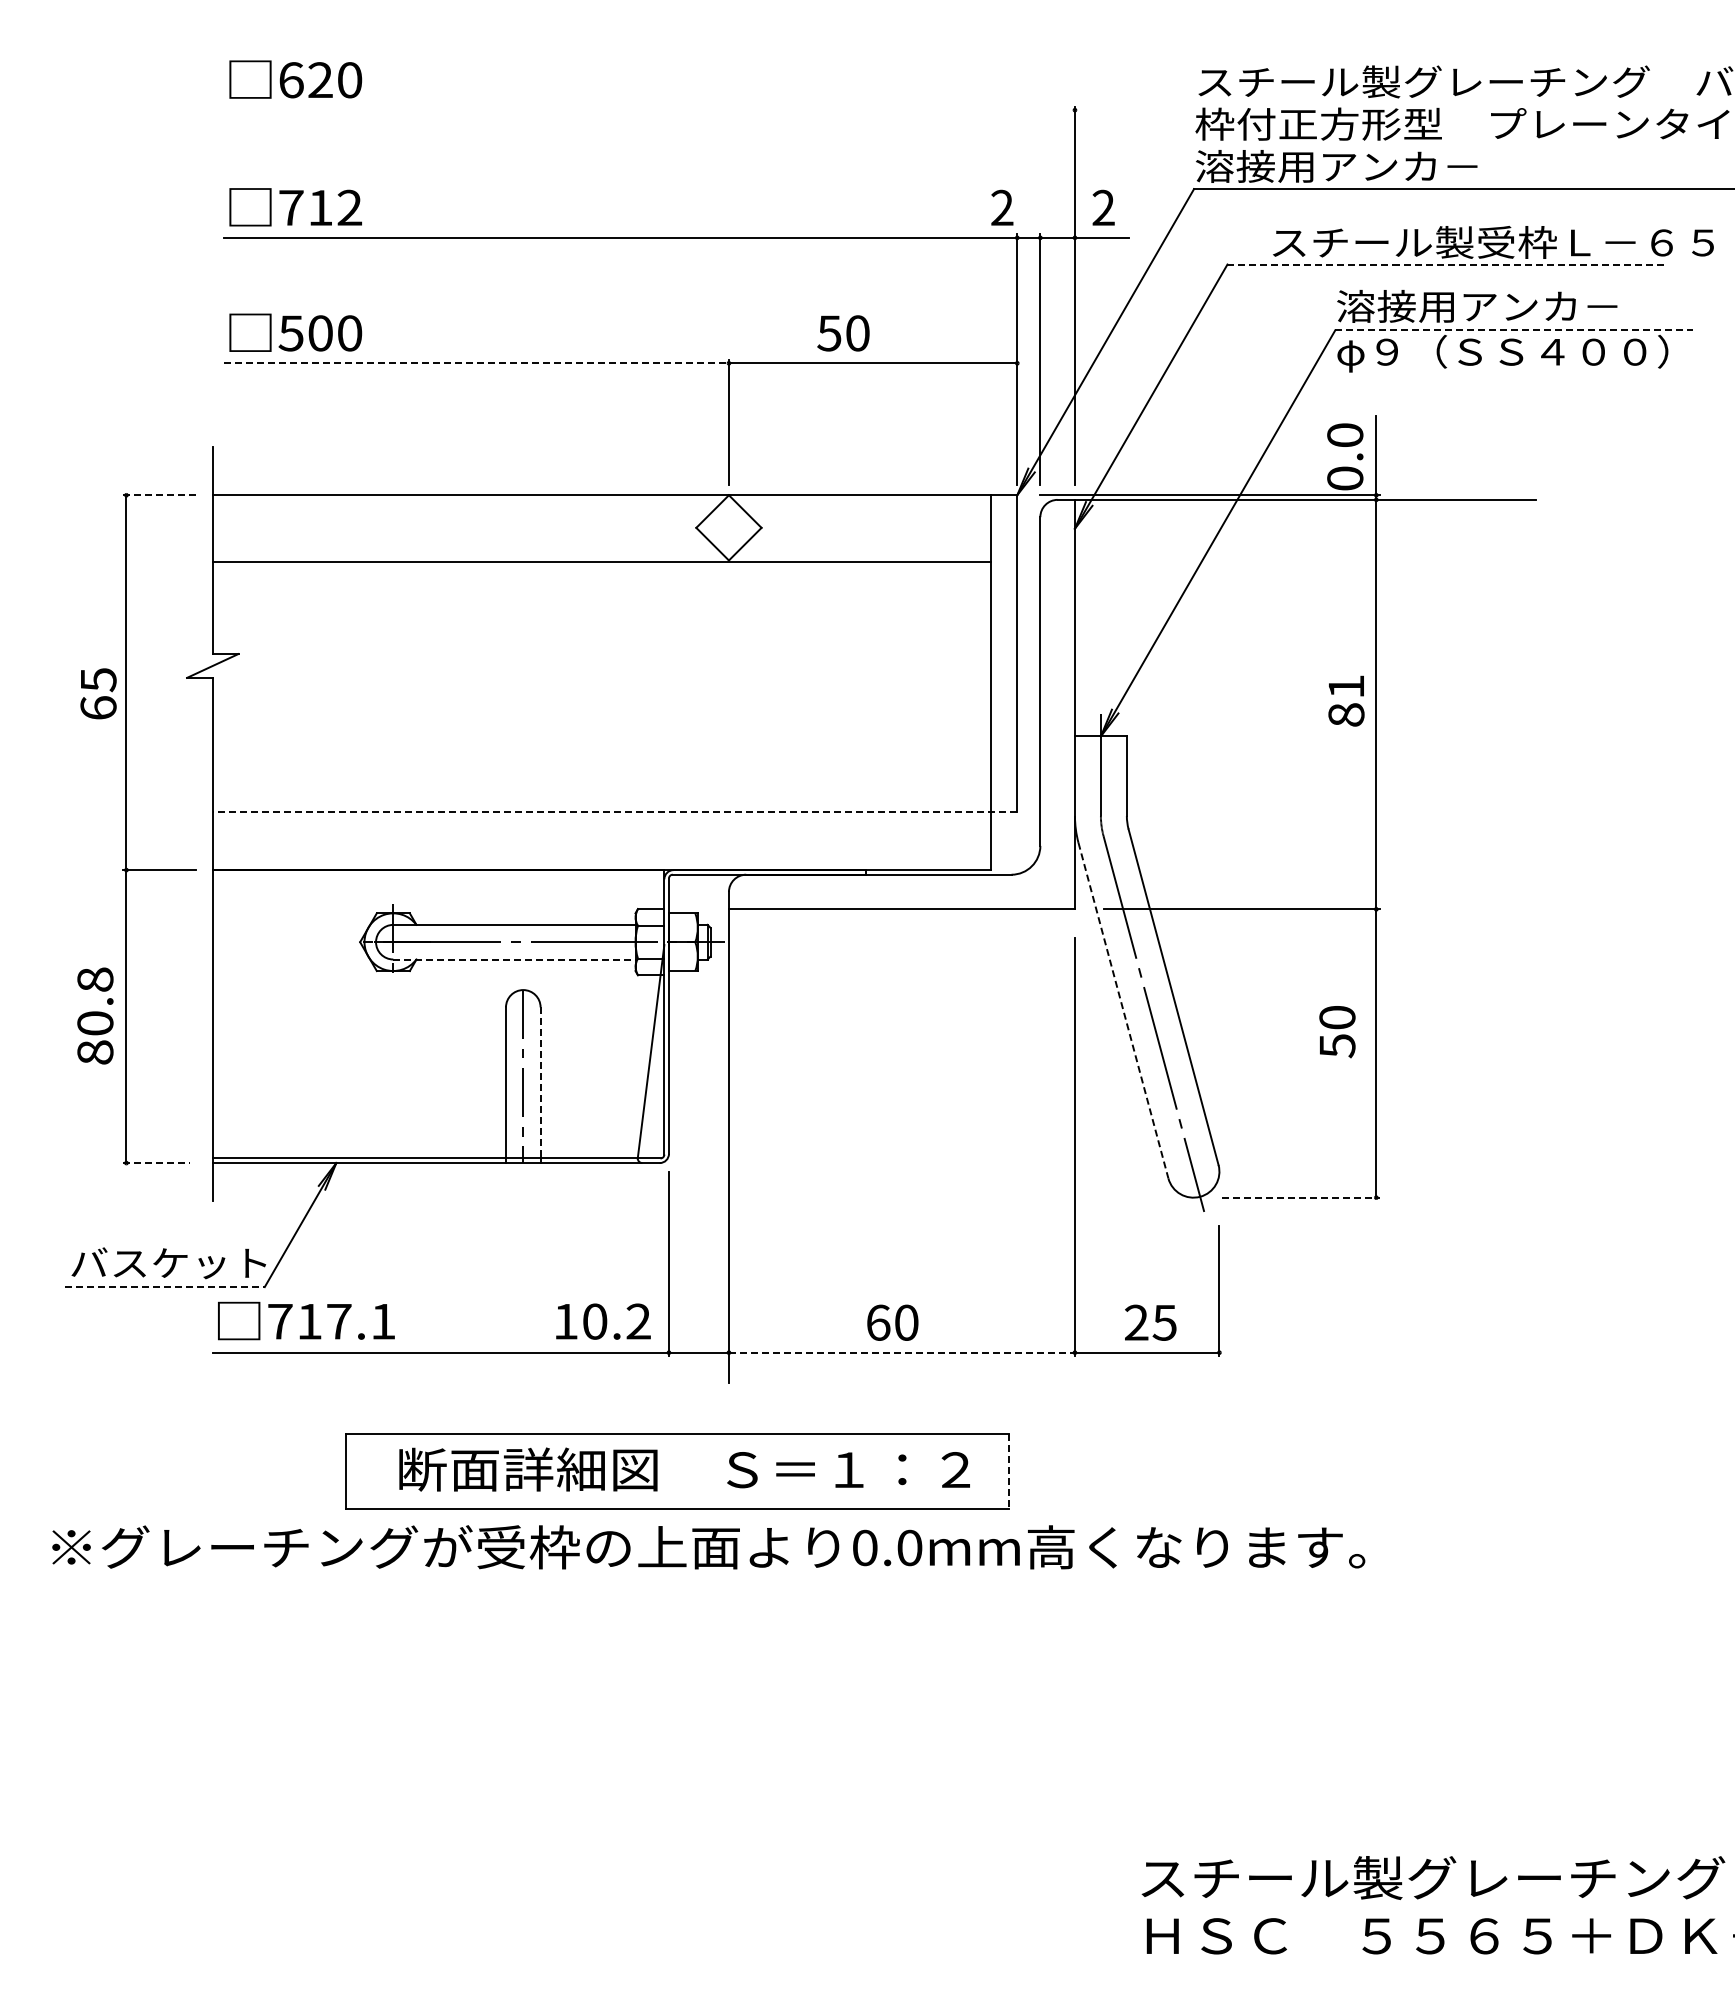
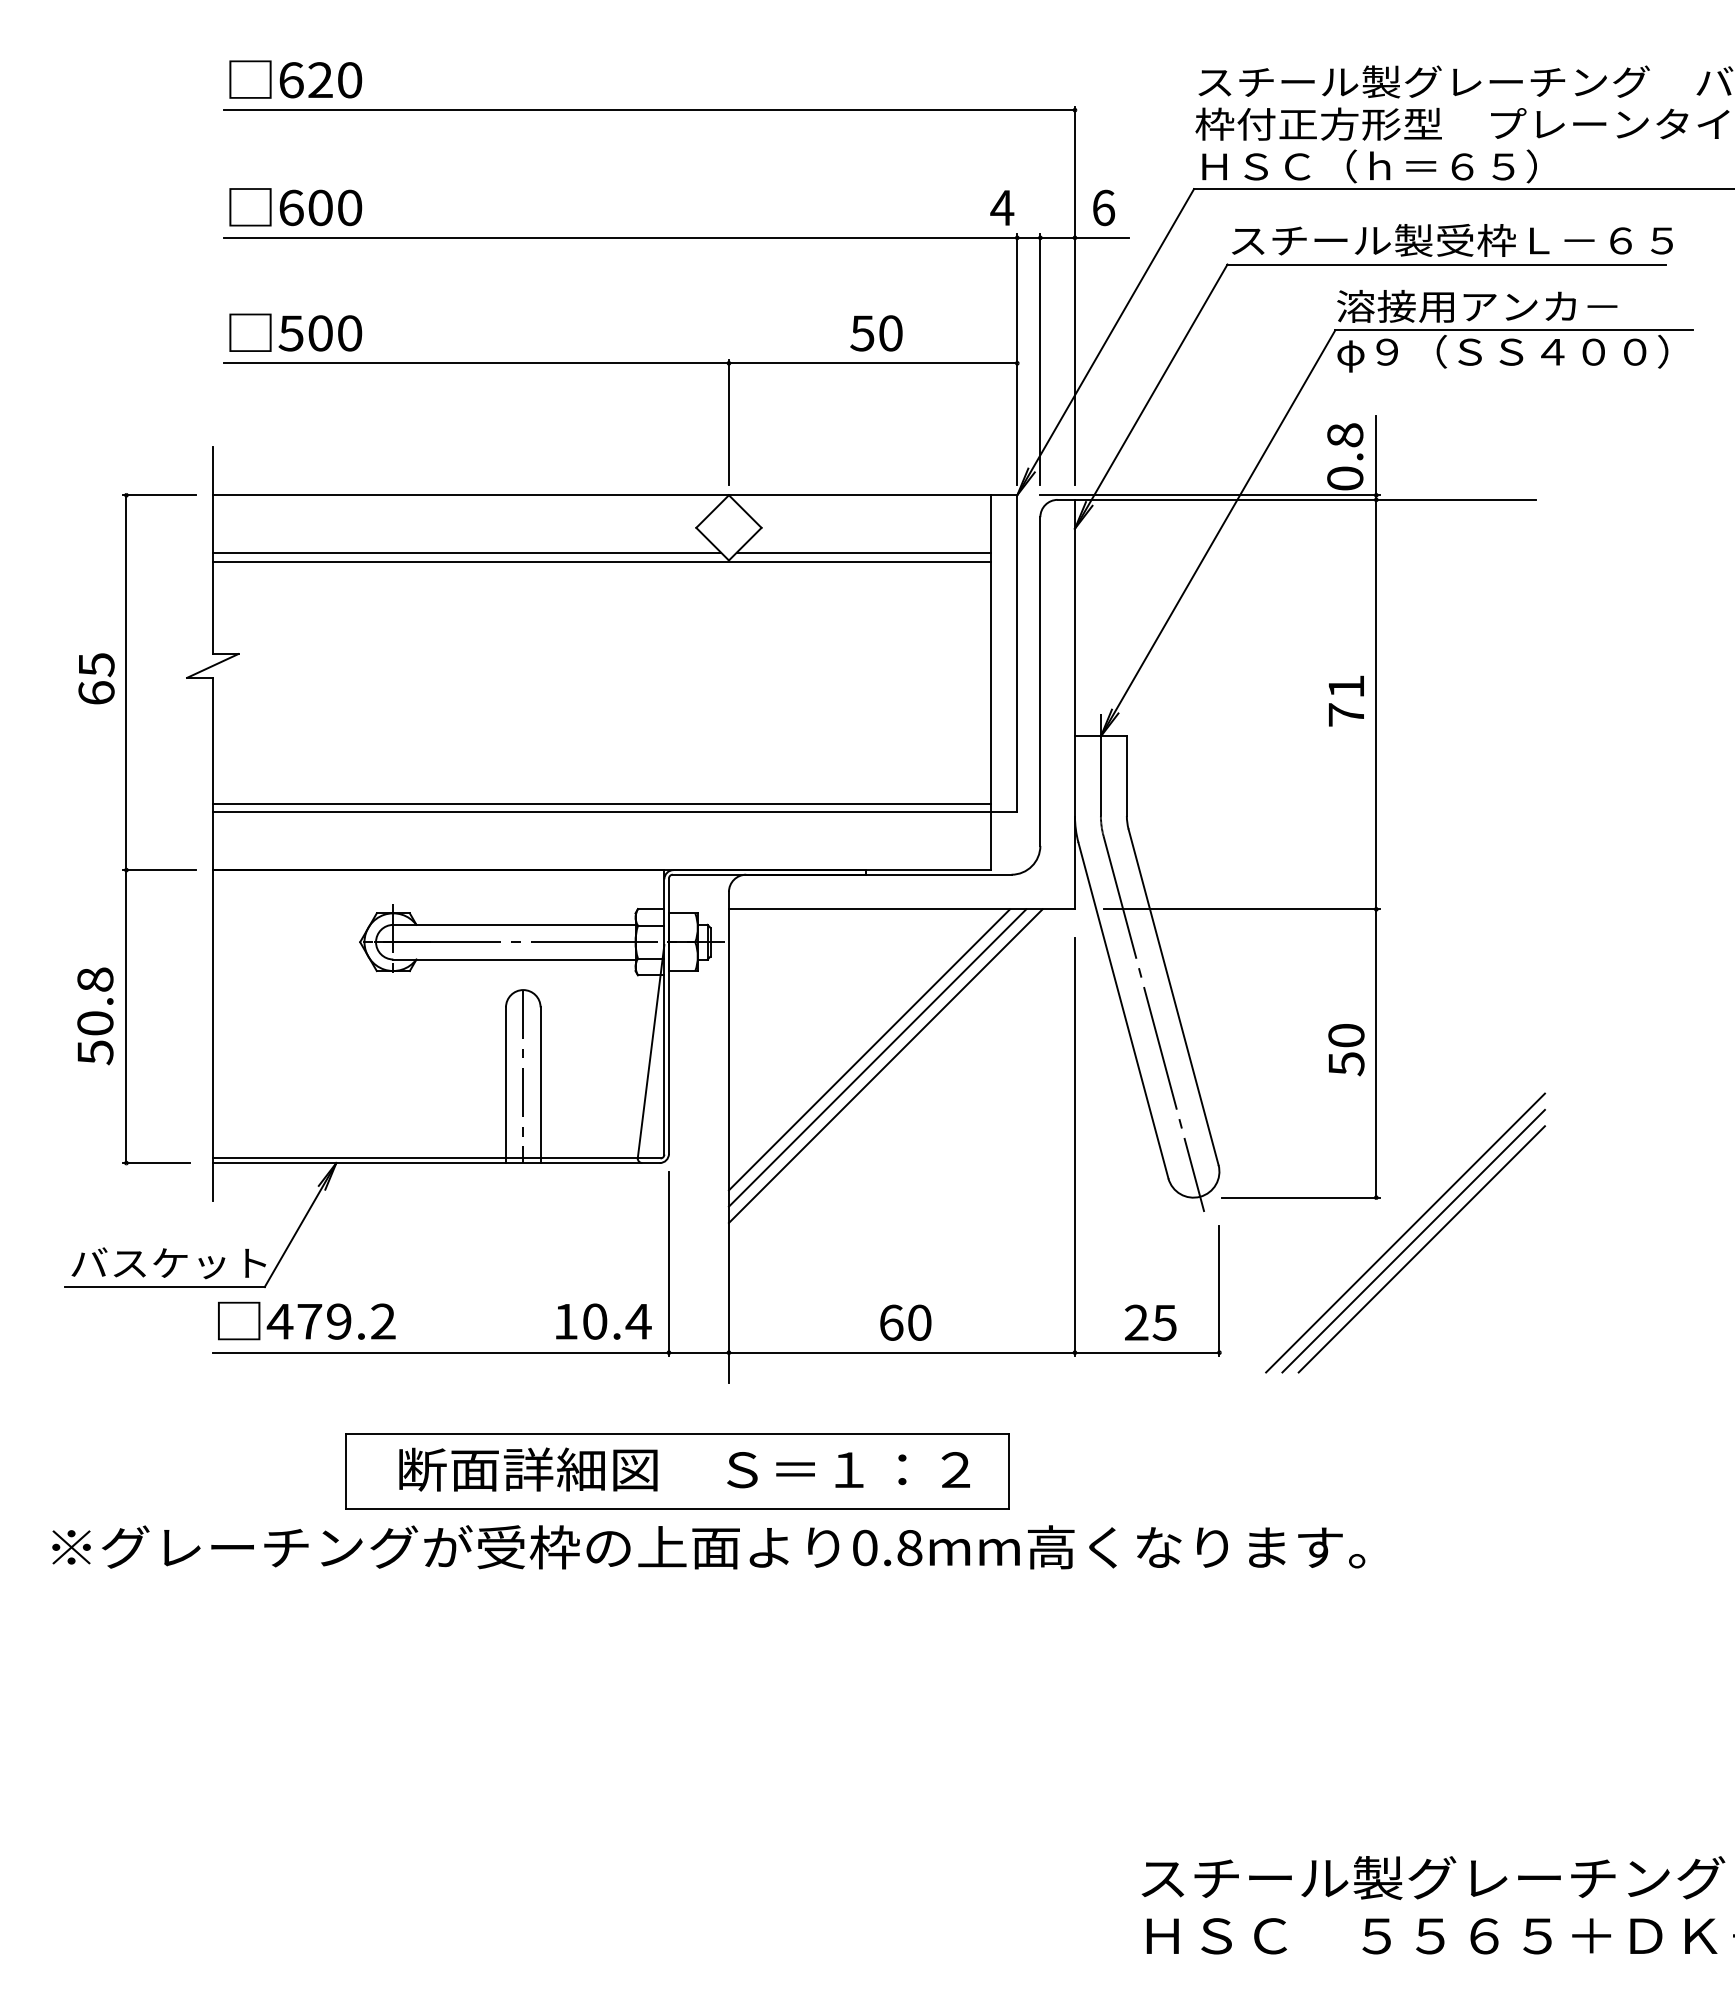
line at (649, 110): none -> present
text at (1366, 166): 溶接用アンカ－ -> ＨＳＣ（ｈ＝６５）
text at (320, 207): 712 -> 600
text at (1002, 207): 2 -> 4
text at (1103, 207): 2 -> 6
text at (1493, 242) position: (1493, 242) -> (1452, 240)
line at (1447, 264): dashed -> solid
line at (1514, 330): dashed -> solid
text at (843, 333) position: (843, 333) -> (876, 333)
line at (477, 363): dashed -> solid
text at (1345, 435): 0.0 -> 0.8
line at (158, 495): dashed -> solid
line at (466, 552): none -> present
line at (863, 552): none -> present
text at (98, 693) position: (98, 693) -> (96, 678)
text at (1346, 714): 81 -> 71
line at (601, 803): none -> present
line at (614, 812): dashed -> solid
line at (514, 959): dashed -> solid
line at (1123, 1010): dashed -> solid
text at (1337, 1032) position: (1337, 1032) -> (1346, 1050)
line at (869, 1049): none -> present
text at (95, 1052): 80.8 -> 50.8
line at (877, 1057): none -> present
line at (885, 1066): none -> present
line at (540, 1082): dashed -> solid
line at (156, 1163): dashed -> solid
line at (1301, 1197): dashed -> solid
line at (1405, 1232): none -> present
line at (1413, 1240): none -> present
line at (1421, 1249): none -> present
line at (164, 1287): dashed -> solid
text at (330, 1321): 717.1 -> 479.2
text at (638, 1321): 10.2 -> 10.4
text at (892, 1322) position: (892, 1322) -> (905, 1322)
line at (902, 1352): dashed -> solid
line at (1009, 1471): dashed -> solid
text at (909, 1547): 0.0mm -> 0.8mm
